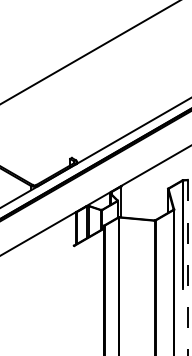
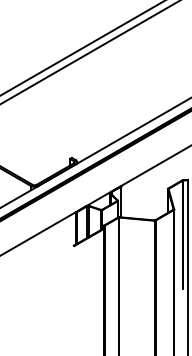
line at (82, 48): none -> present
line at (187, 268): dashed -> solid
